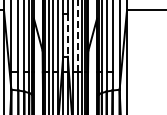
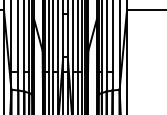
line at (67, 36): dashed -> solid
line at (77, 36): dashed -> solid
